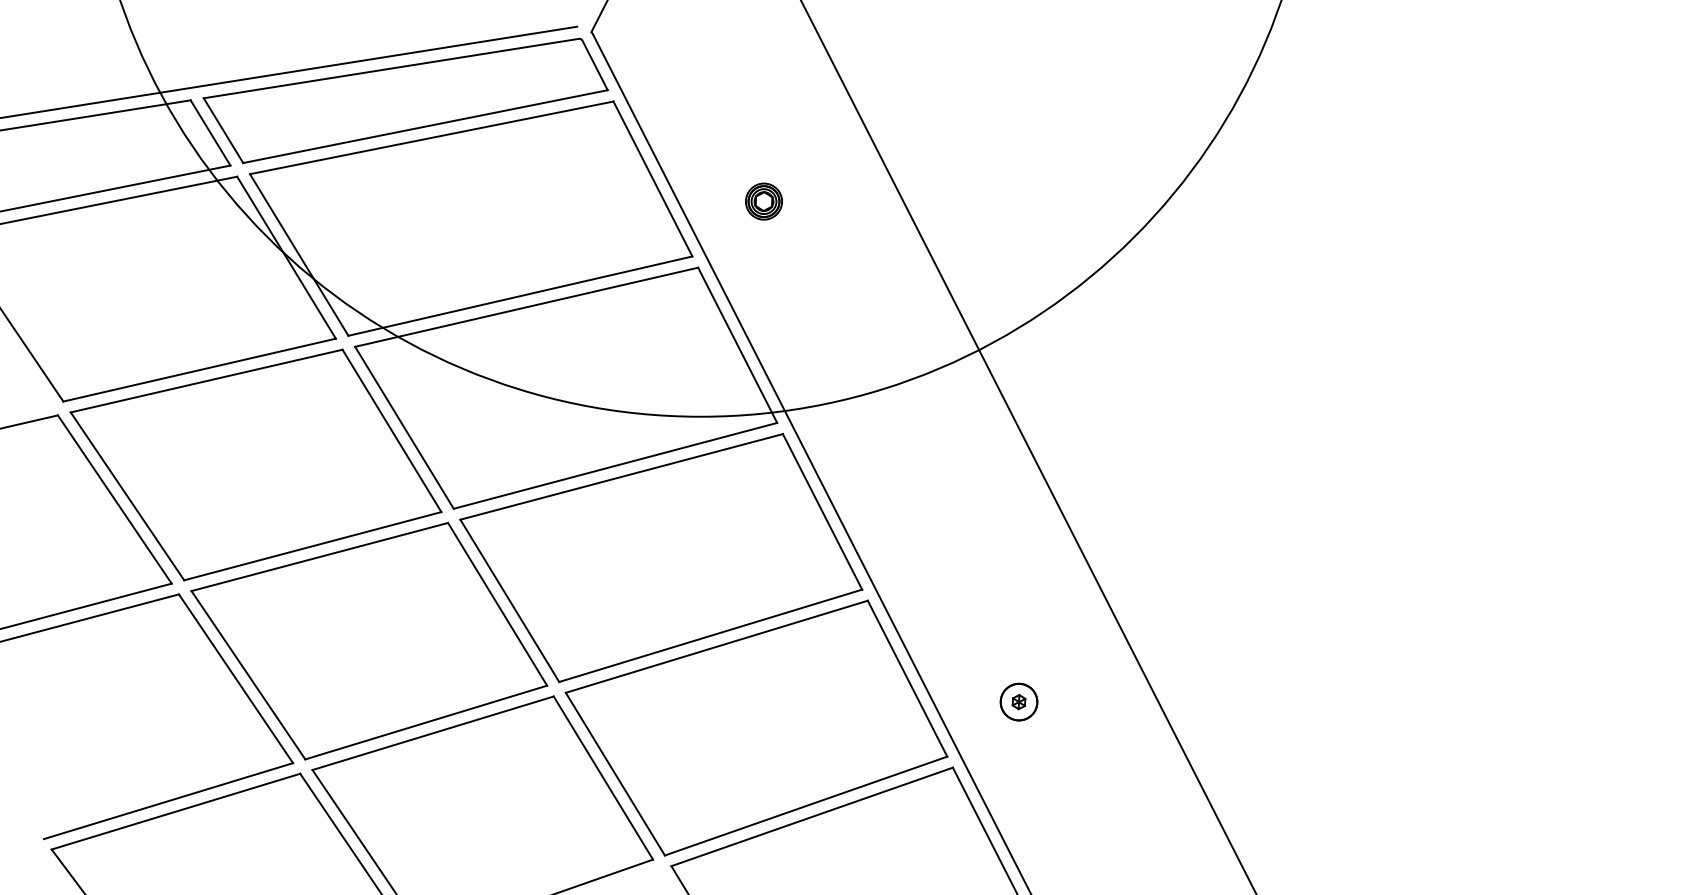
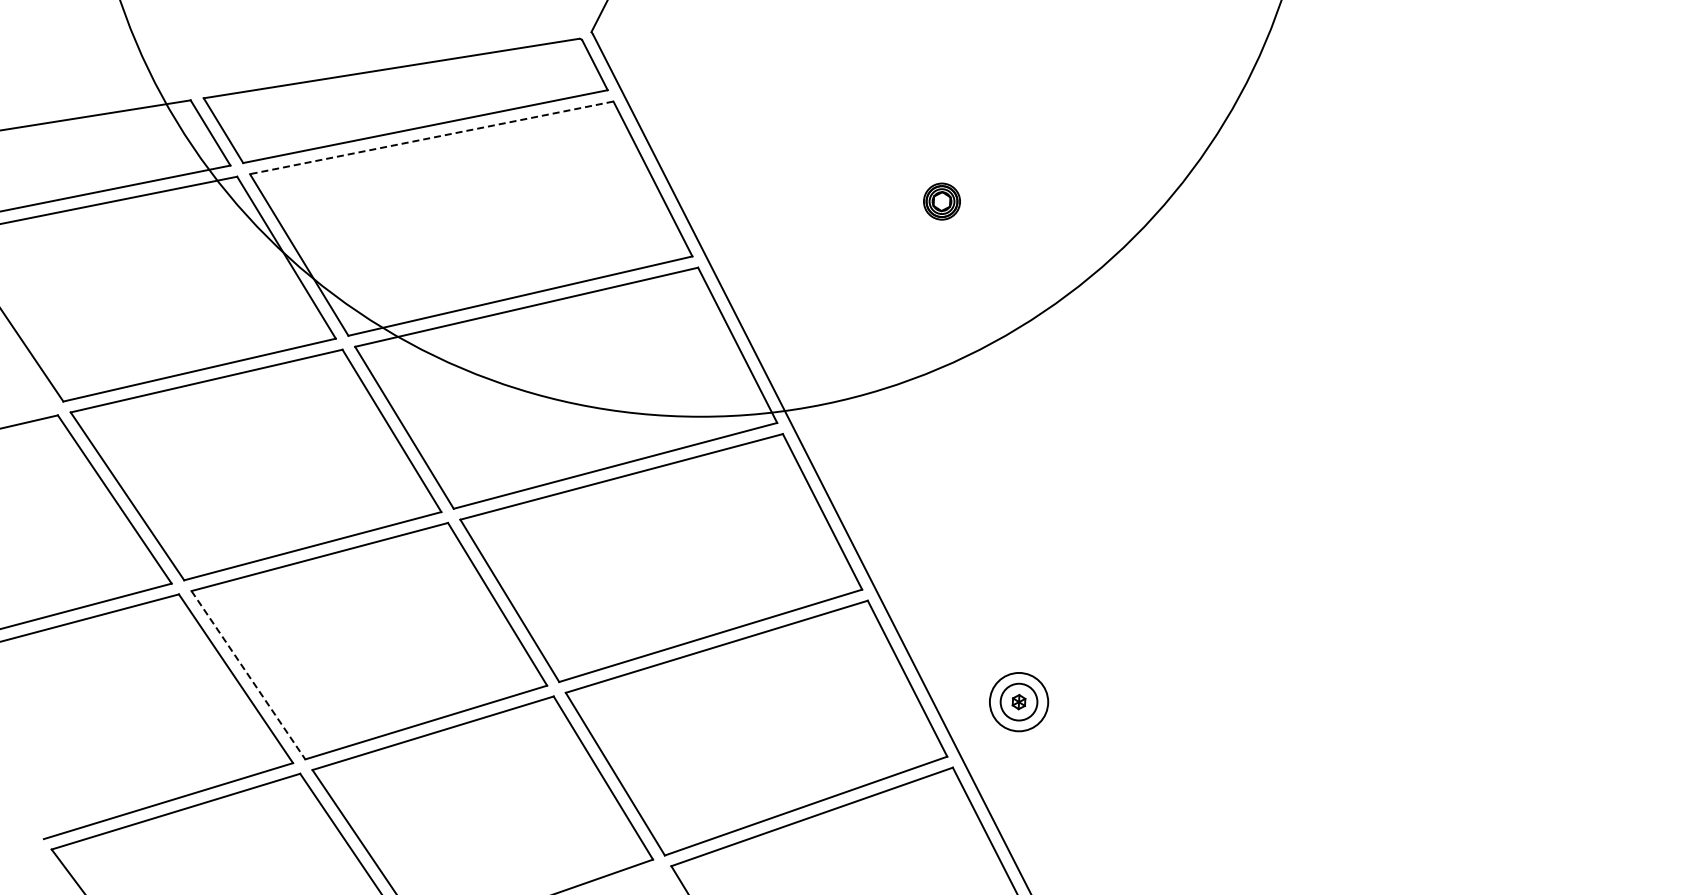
line at (289, 71): present -> none
line at (431, 137): solid -> dashed
part at (763, 201) position: (763, 201) -> (941, 201)
line at (1028, 446): present -> none
line at (248, 675): solid -> dashed
circle at (1018, 701) diameter: 36 px -> 58 px
